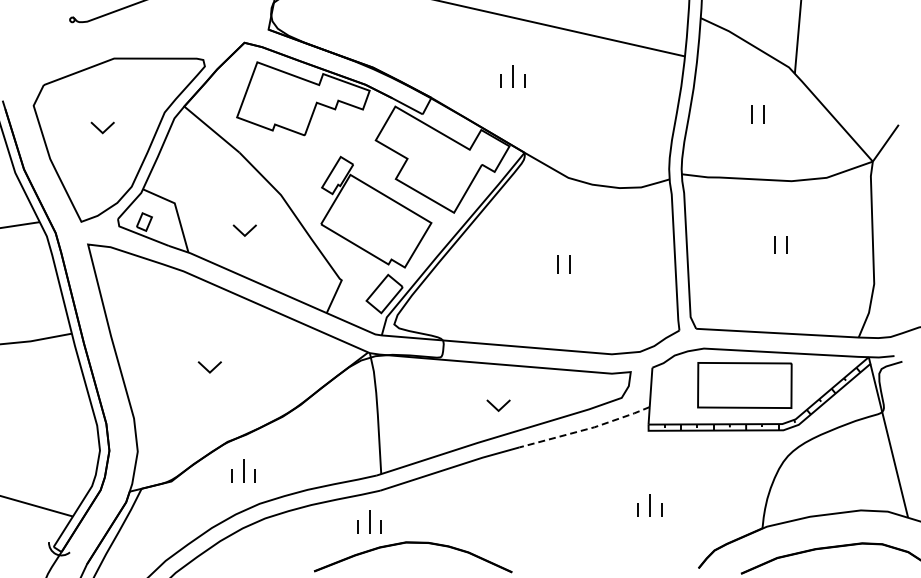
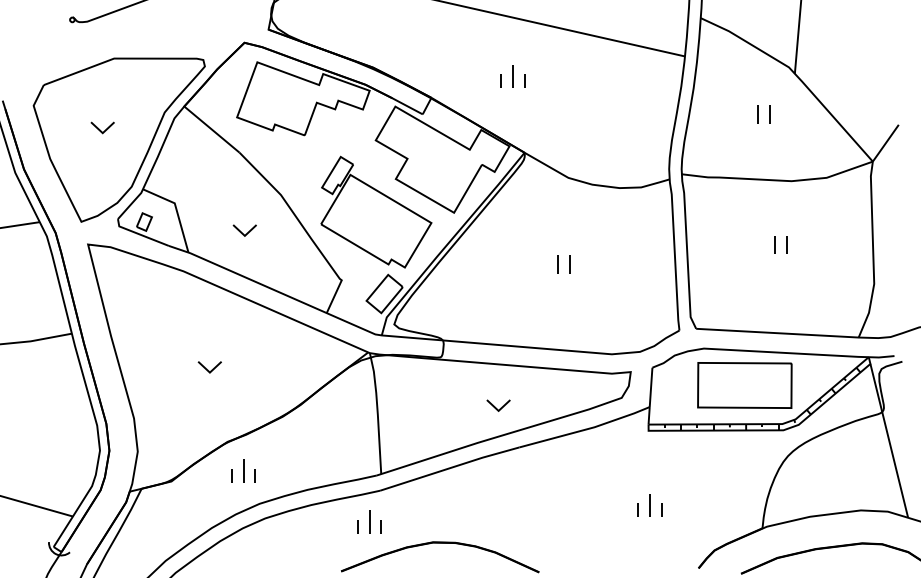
part at (757, 114) position: (757, 114) -> (763, 114)
line at (586, 429): dashed -> solid
part at (413, 543) position: (413, 543) -> (440, 543)
